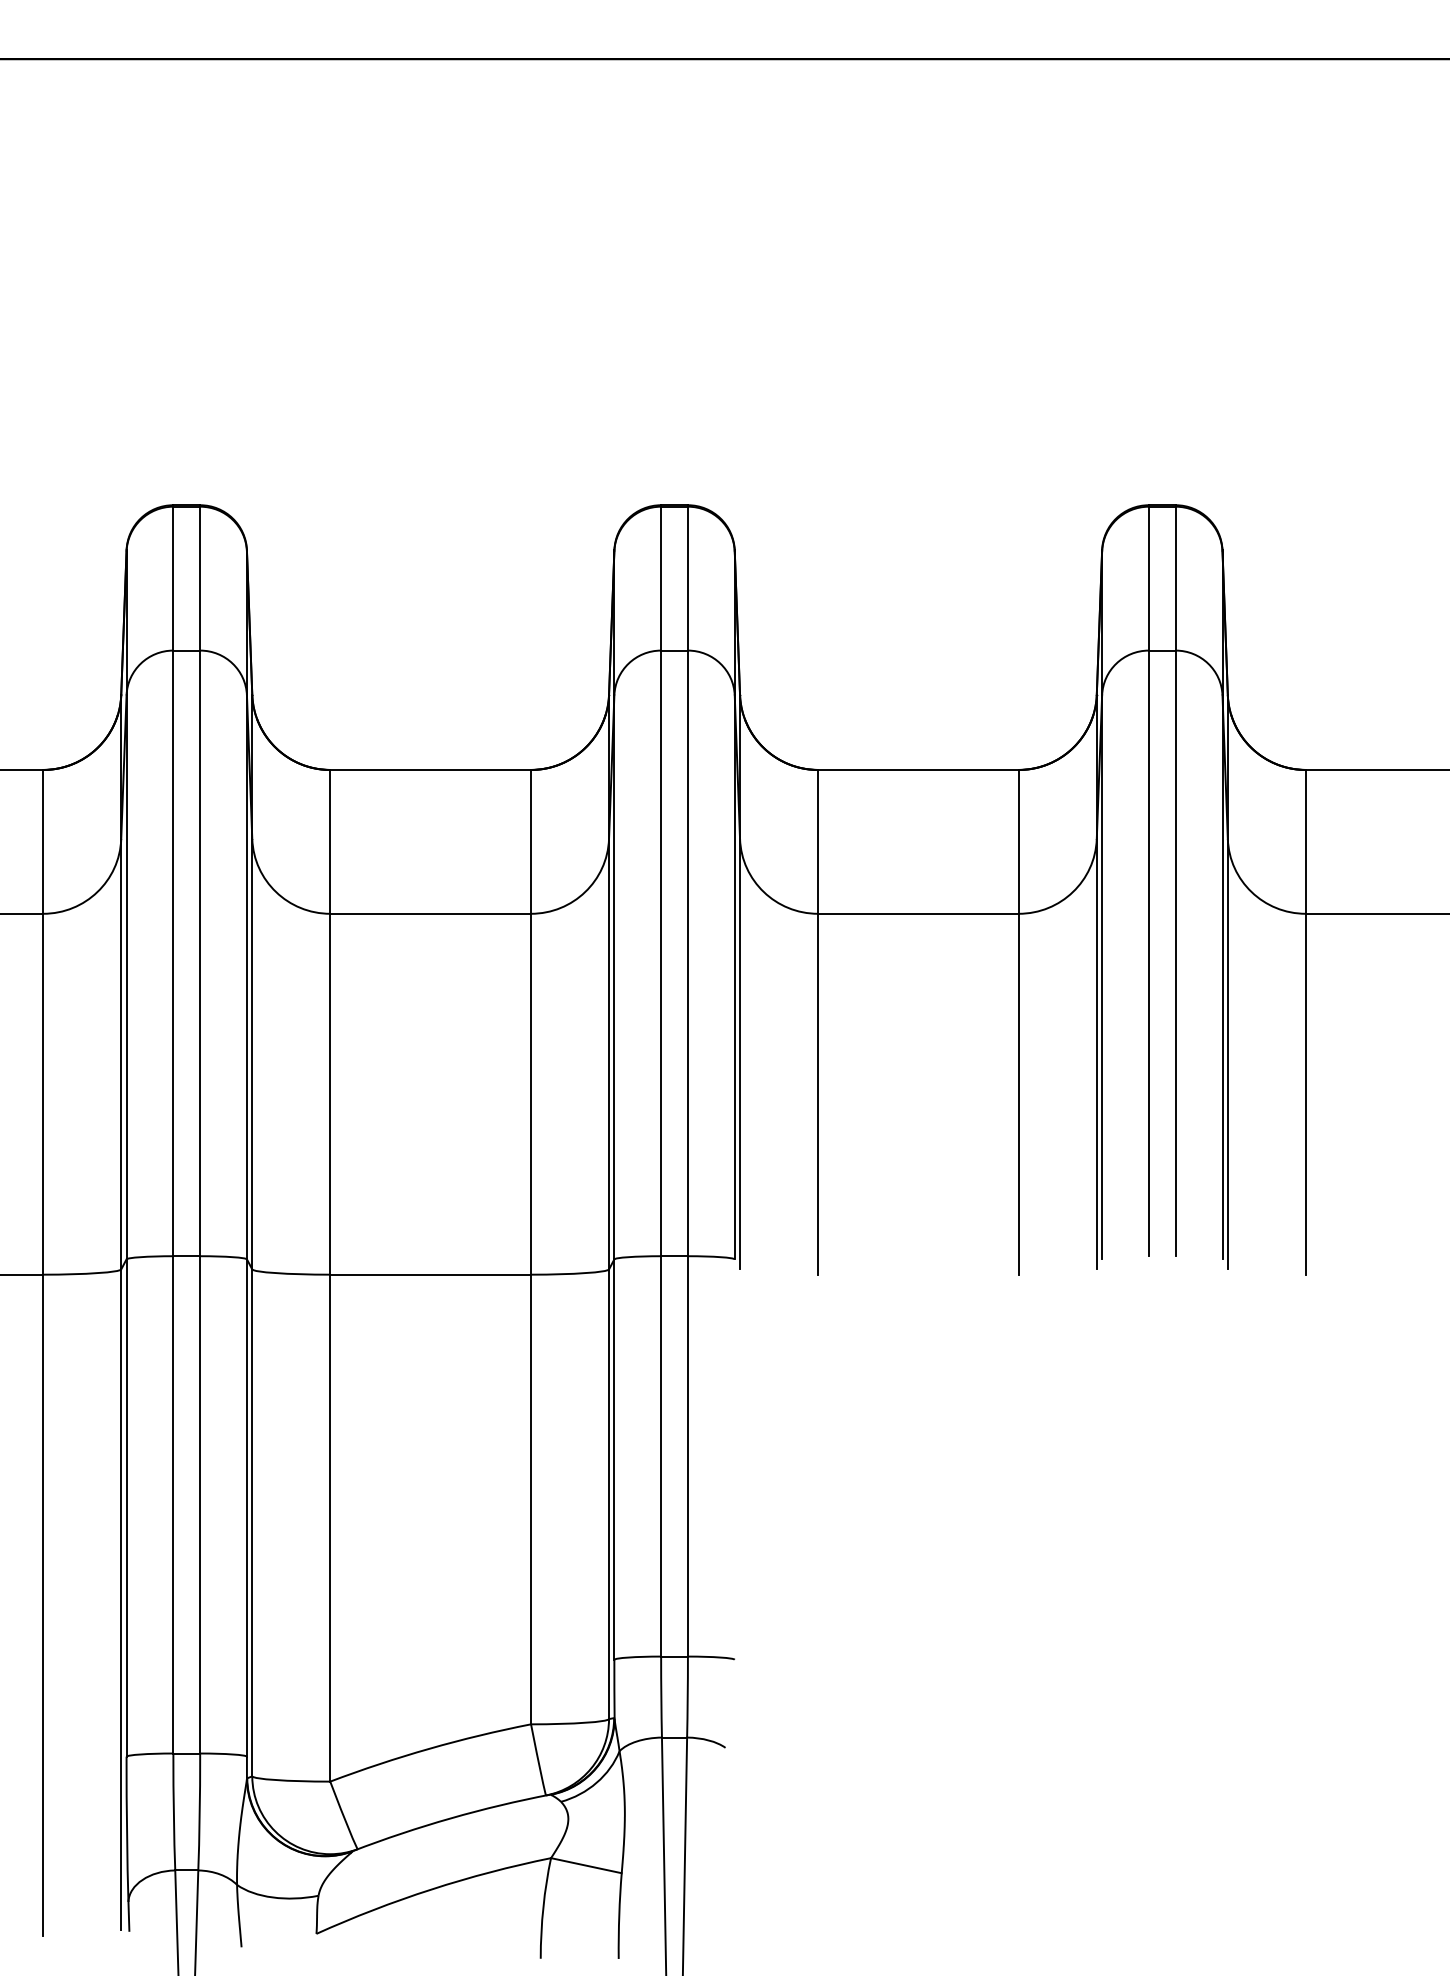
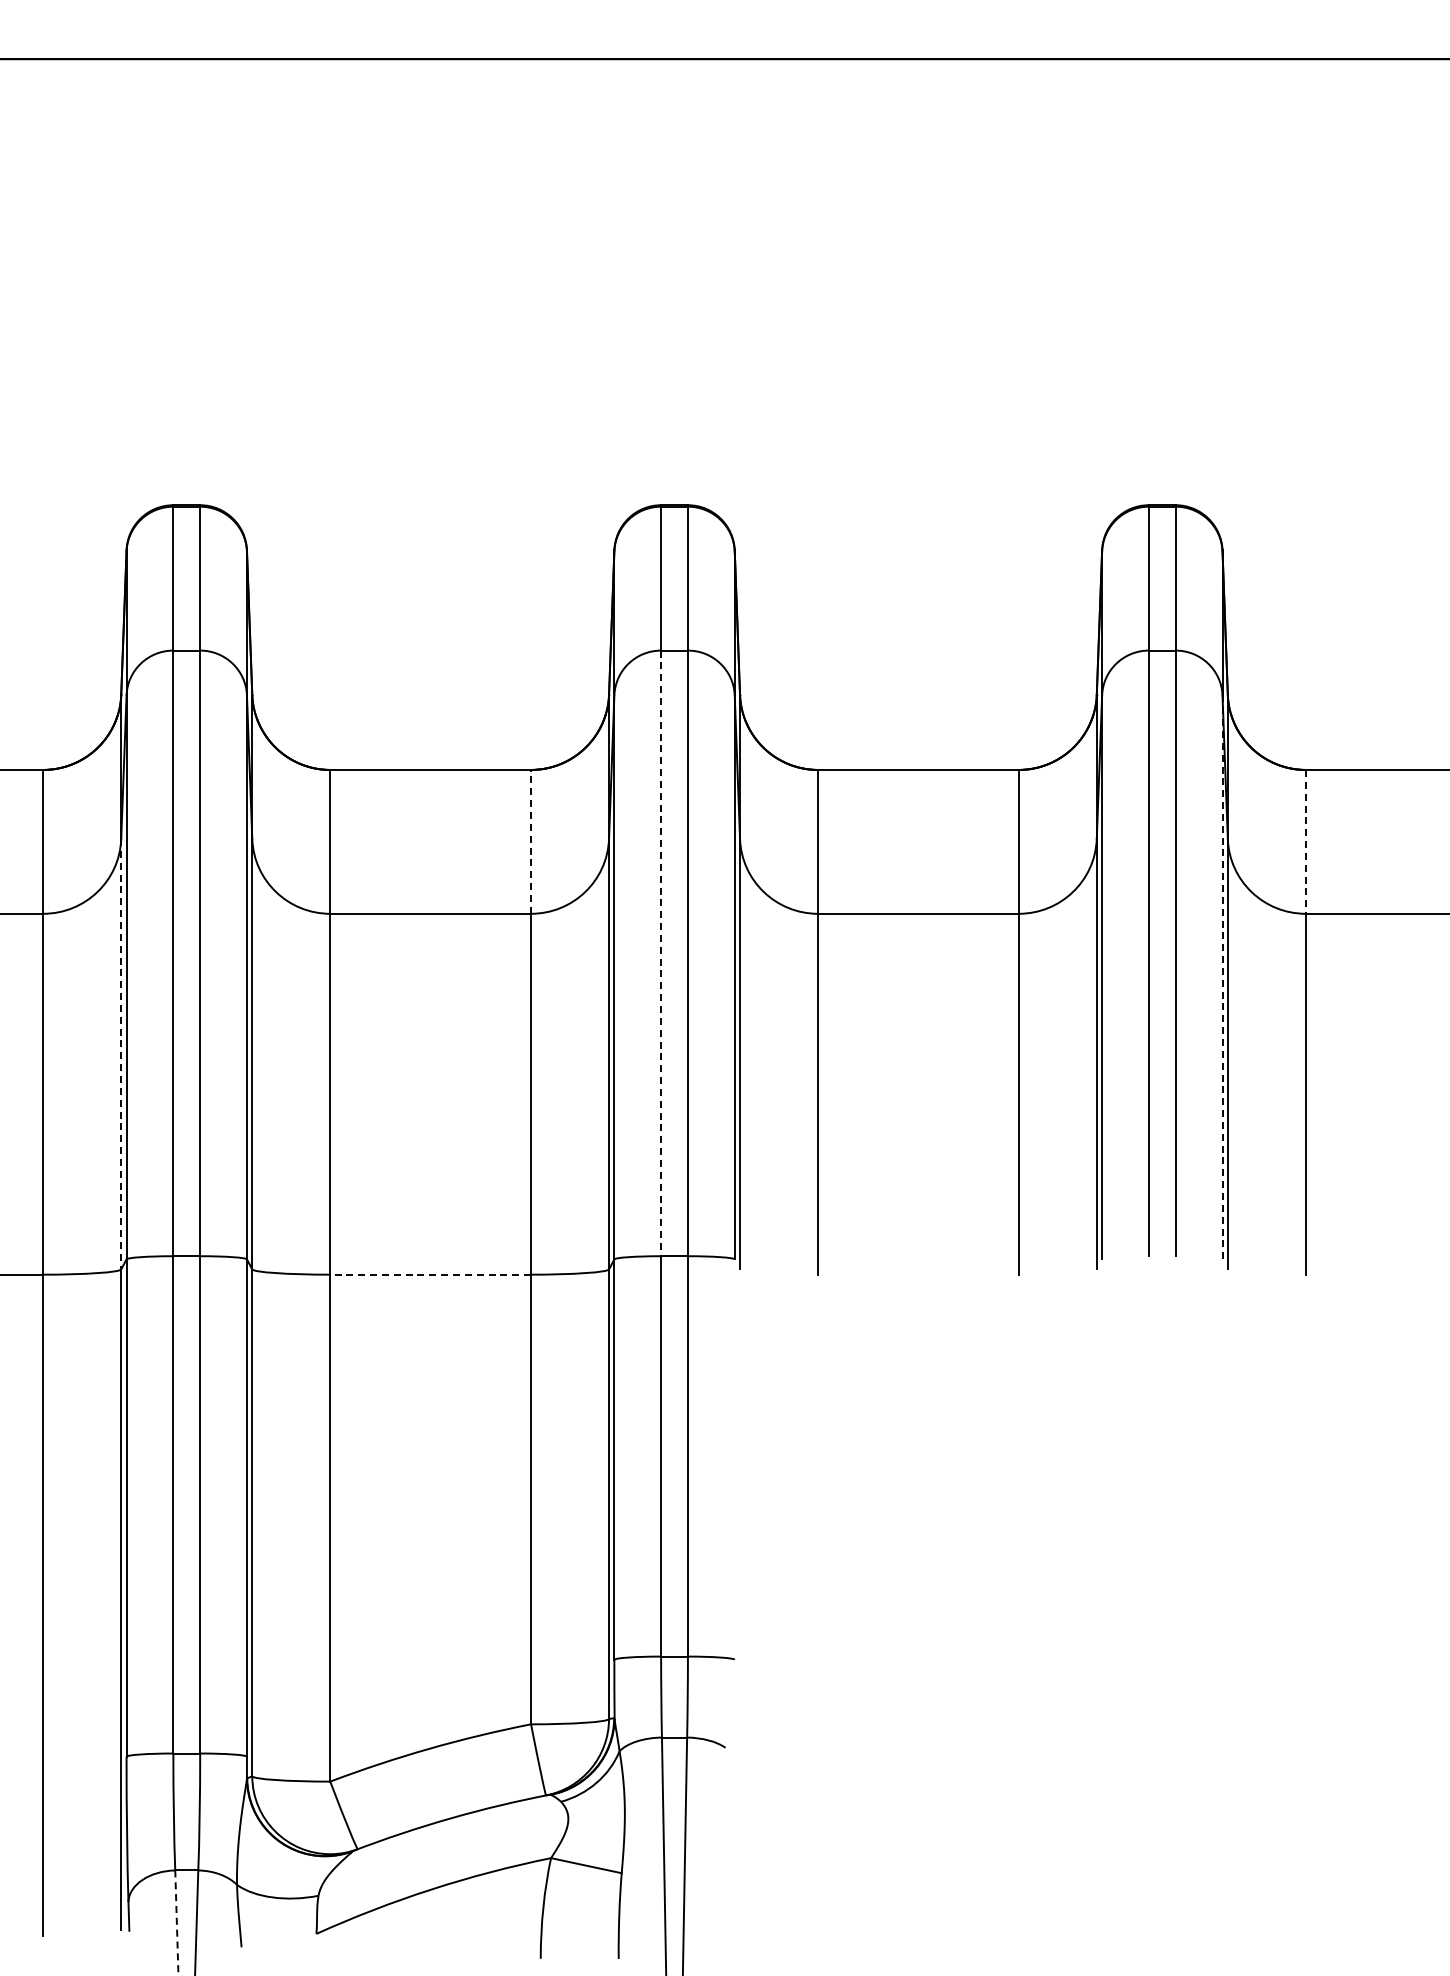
line at (531, 841): solid -> dashed
line at (1305, 841): solid -> dashed
line at (661, 953): solid -> dashed
line at (1222, 977): solid -> dashed
line at (121, 1054): solid -> dashed
line at (430, 1274): solid -> dashed
line at (176, 1923): solid -> dashed
